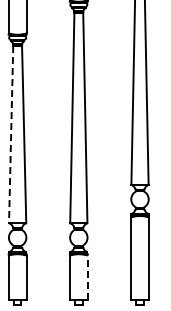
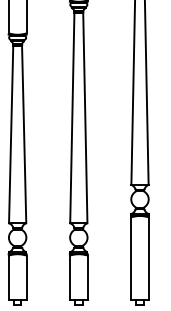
line at (11, 134): dashed -> solid
line at (87, 277): dashed -> solid
